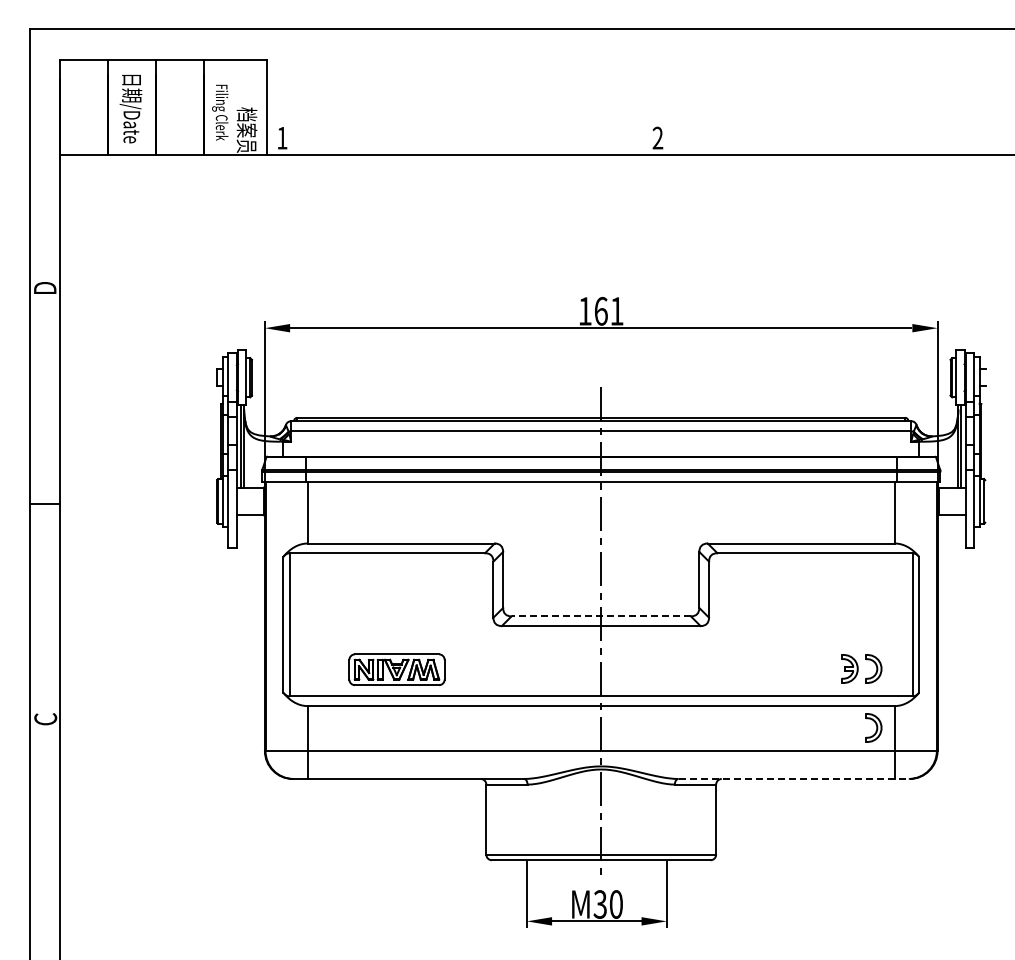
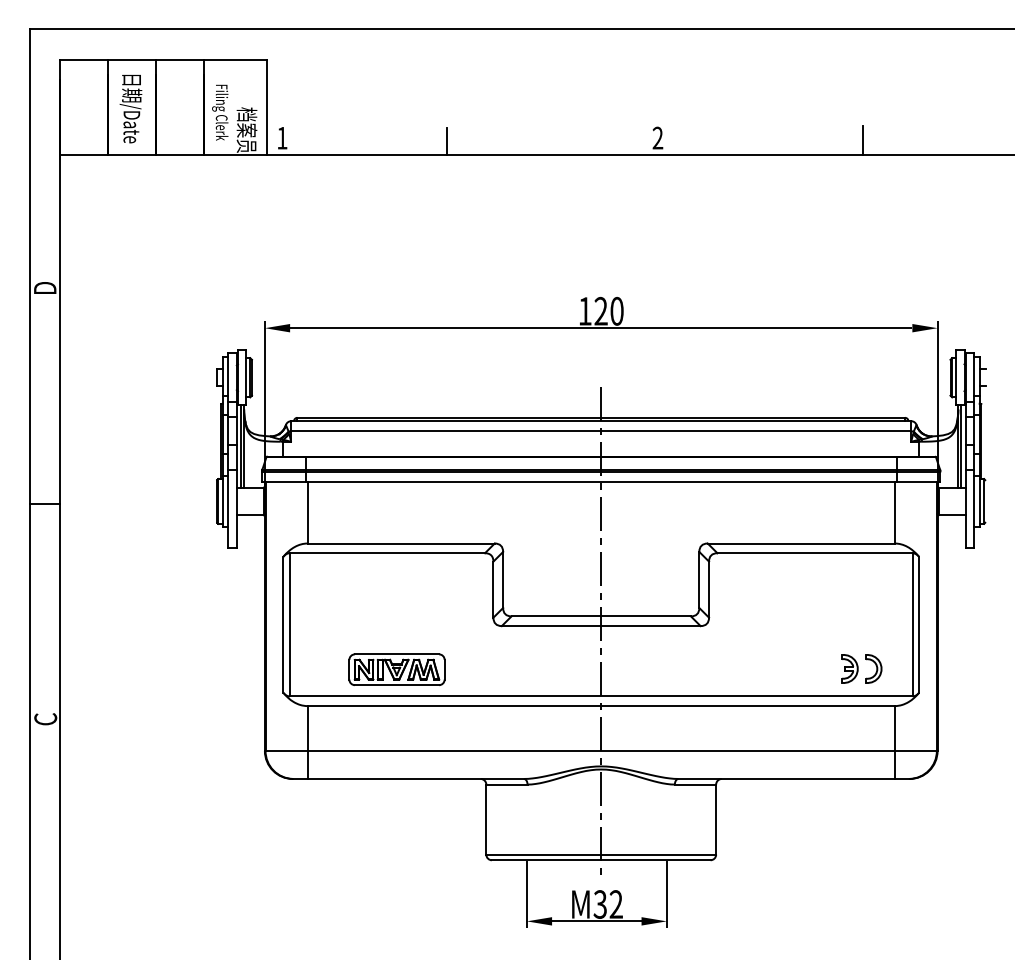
line at (863, 140): none -> present
line at (446, 141): none -> present
text at (608, 310): 161 -> 120
line at (601, 616): dashed -> solid
part at (873, 727): present -> none
line at (794, 778): dashed -> solid
text at (615, 904): M30 -> M32
